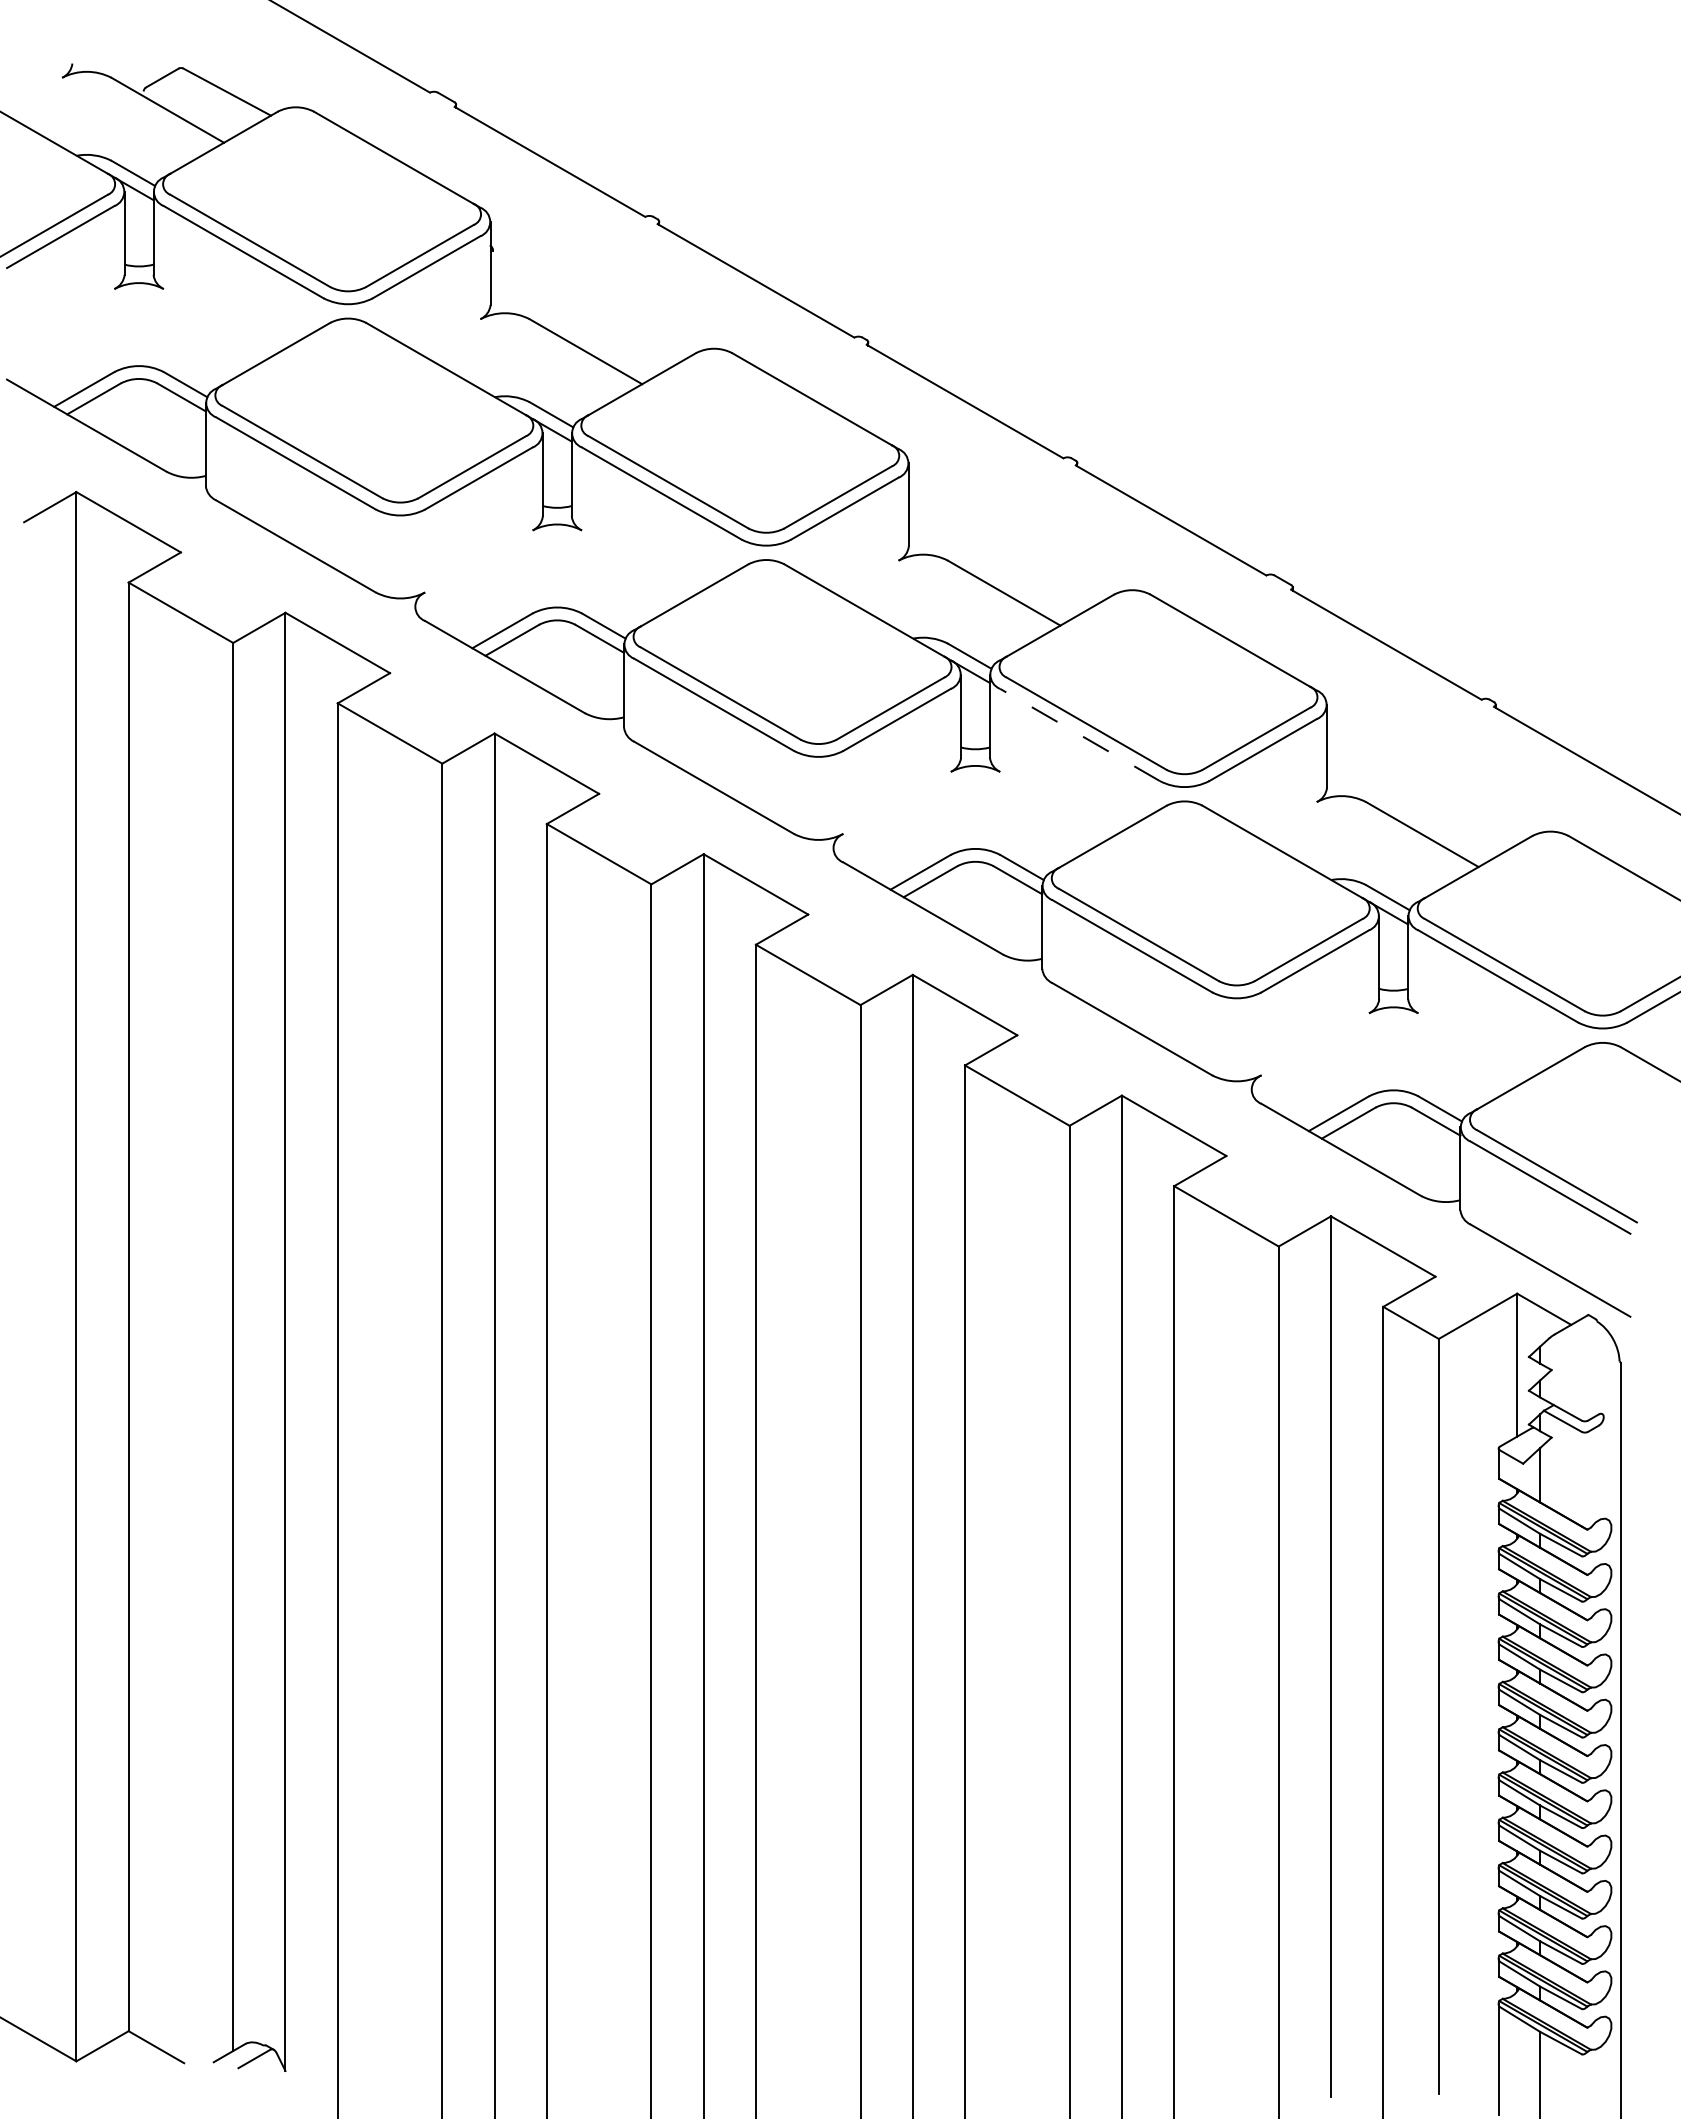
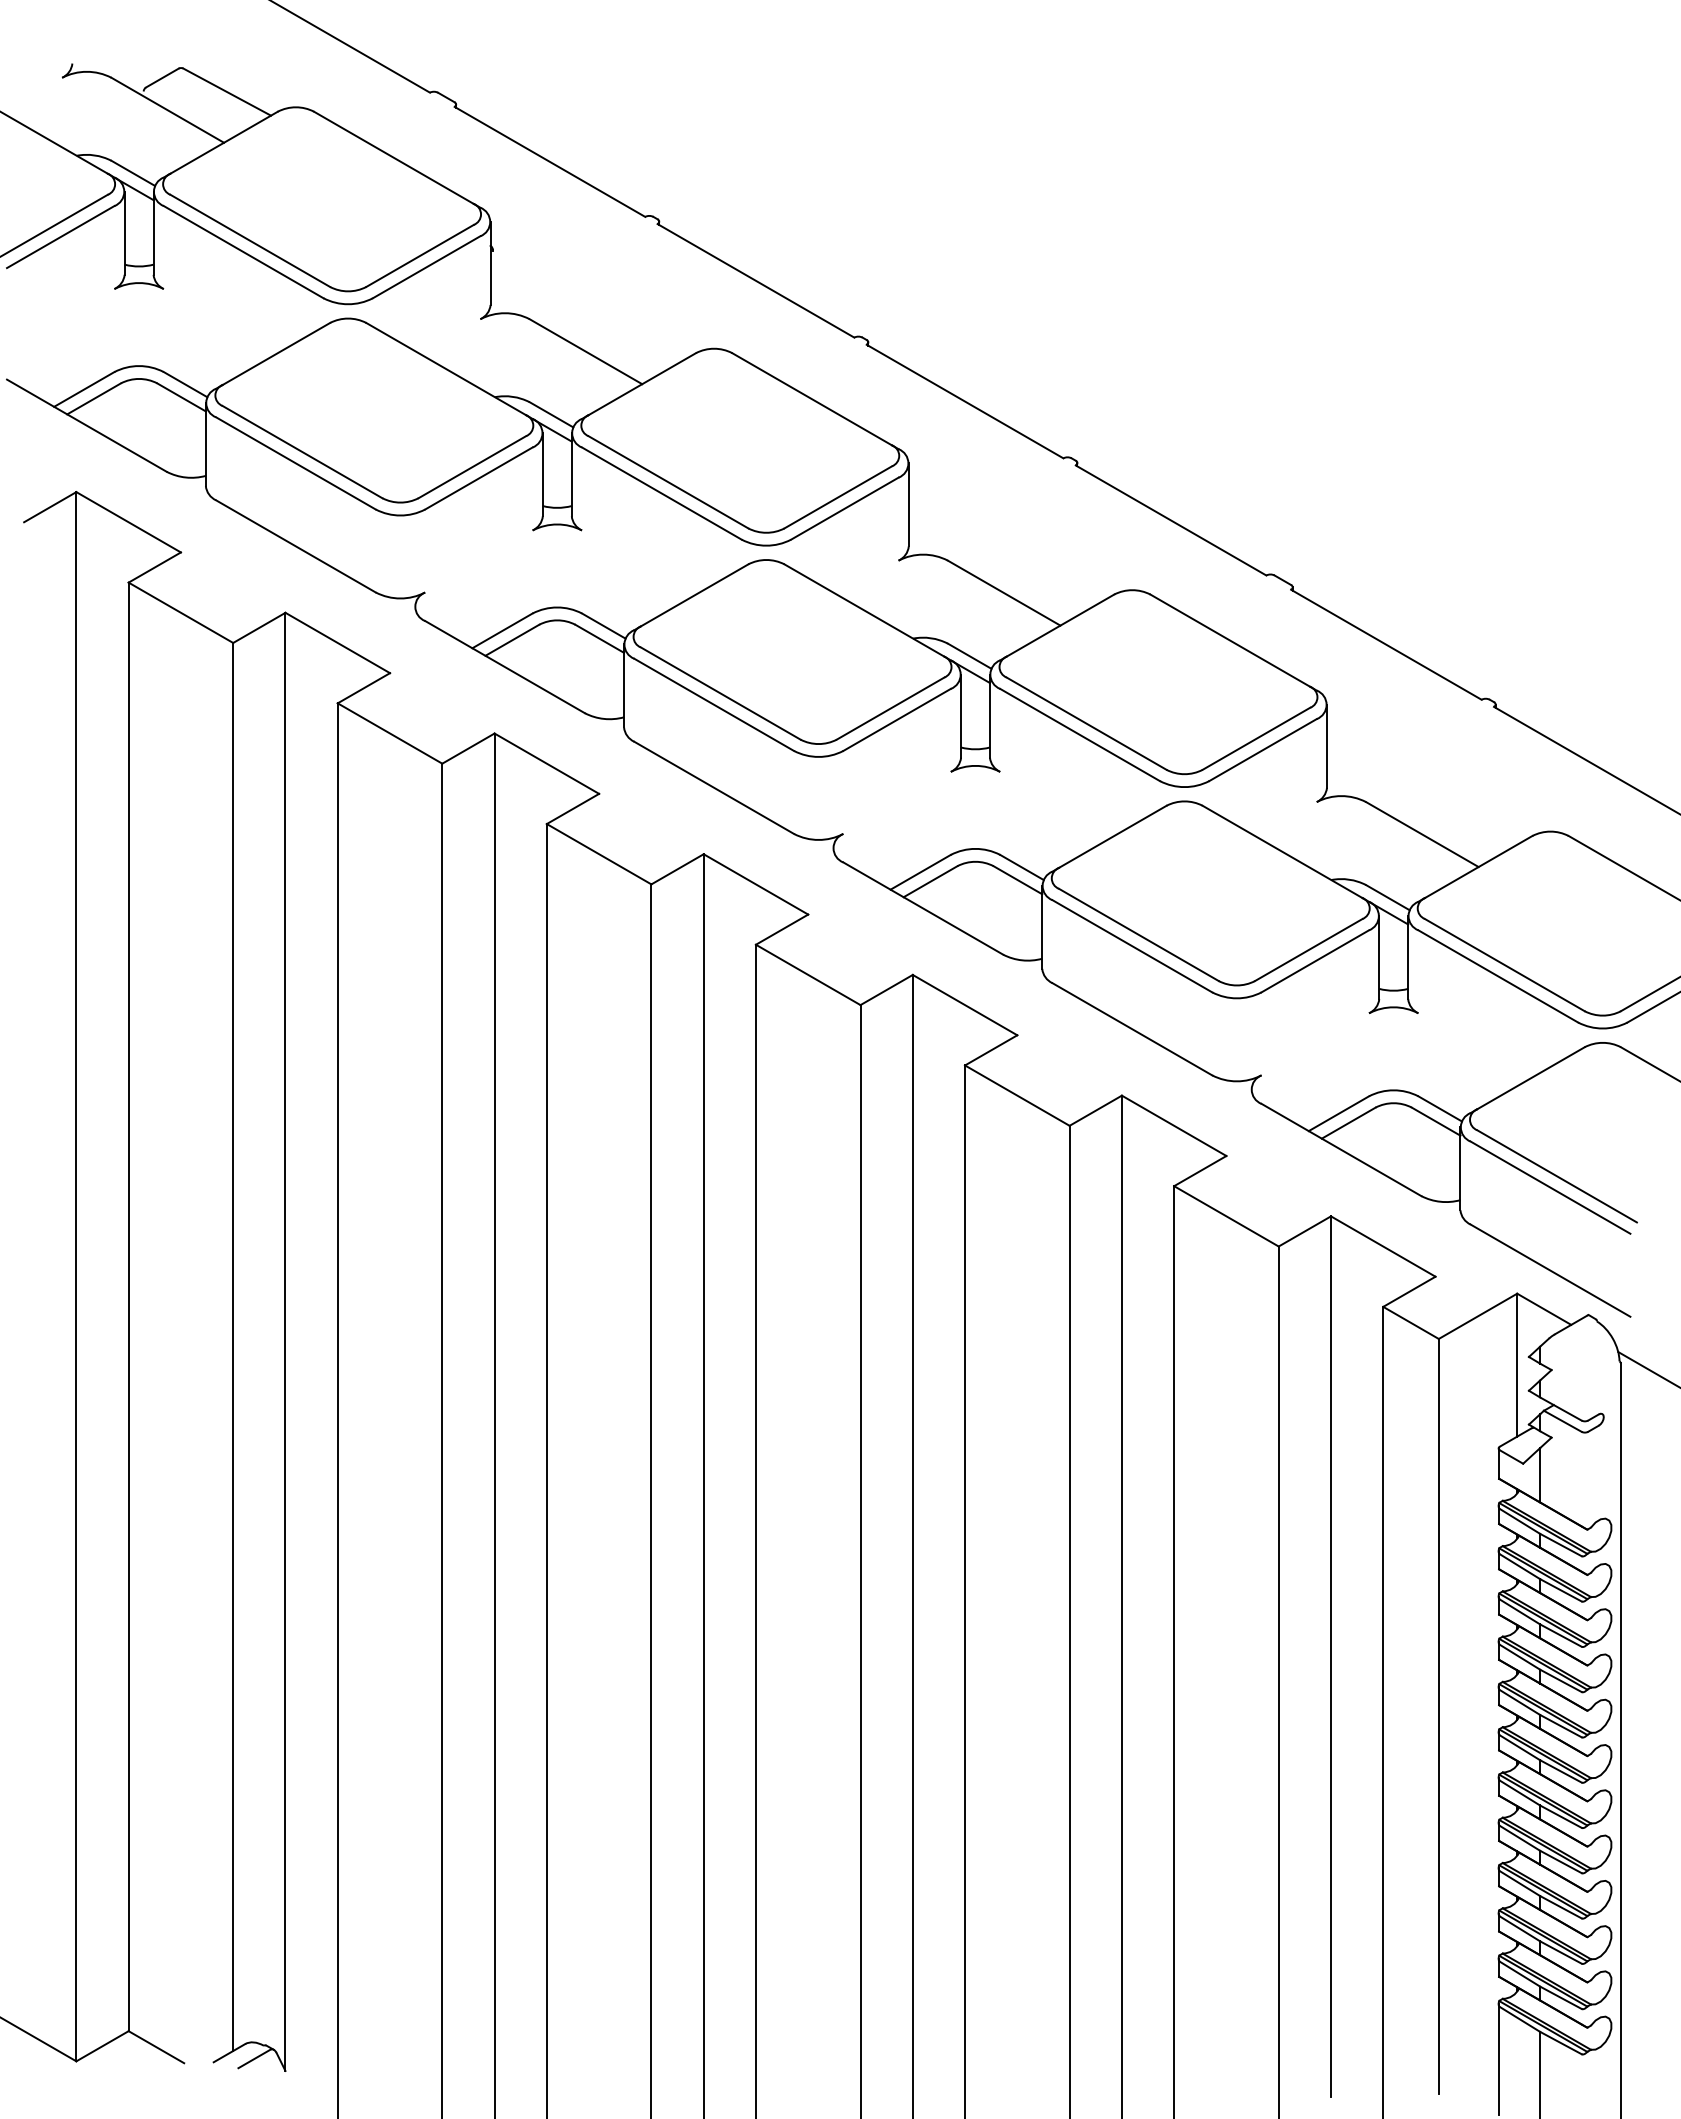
line at (1079, 734): dashed -> solid
line at (1647, 1369): none -> present
